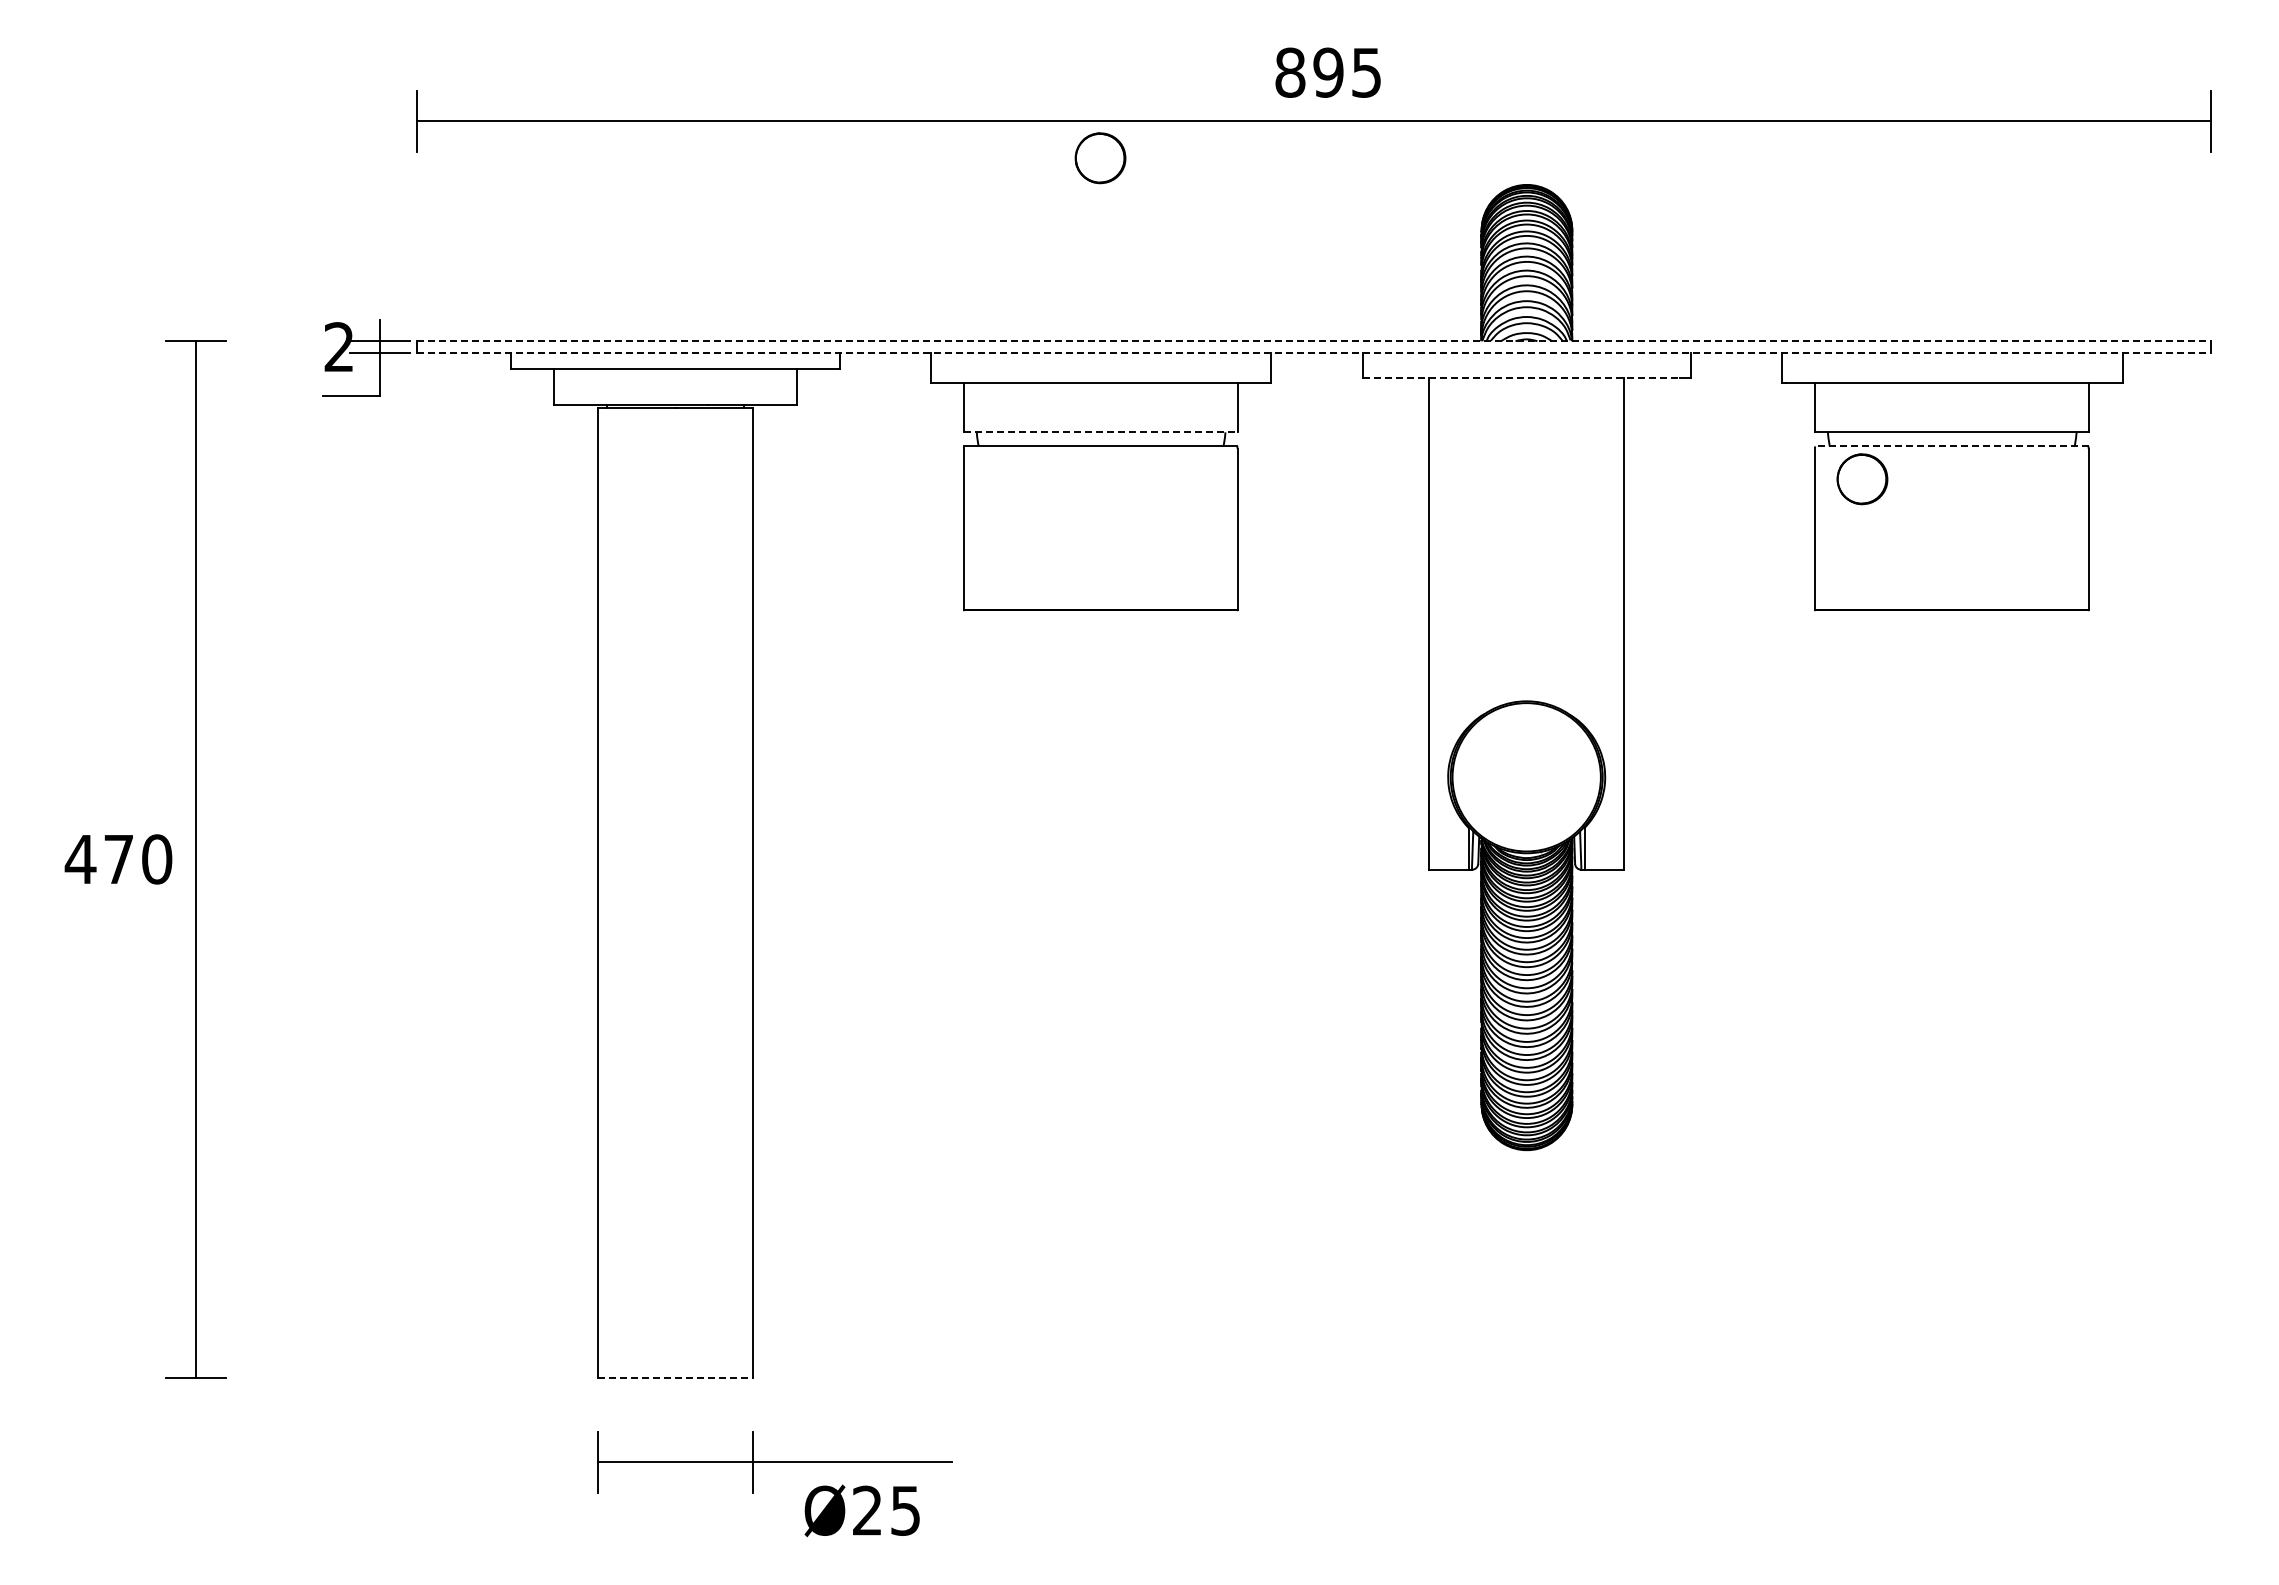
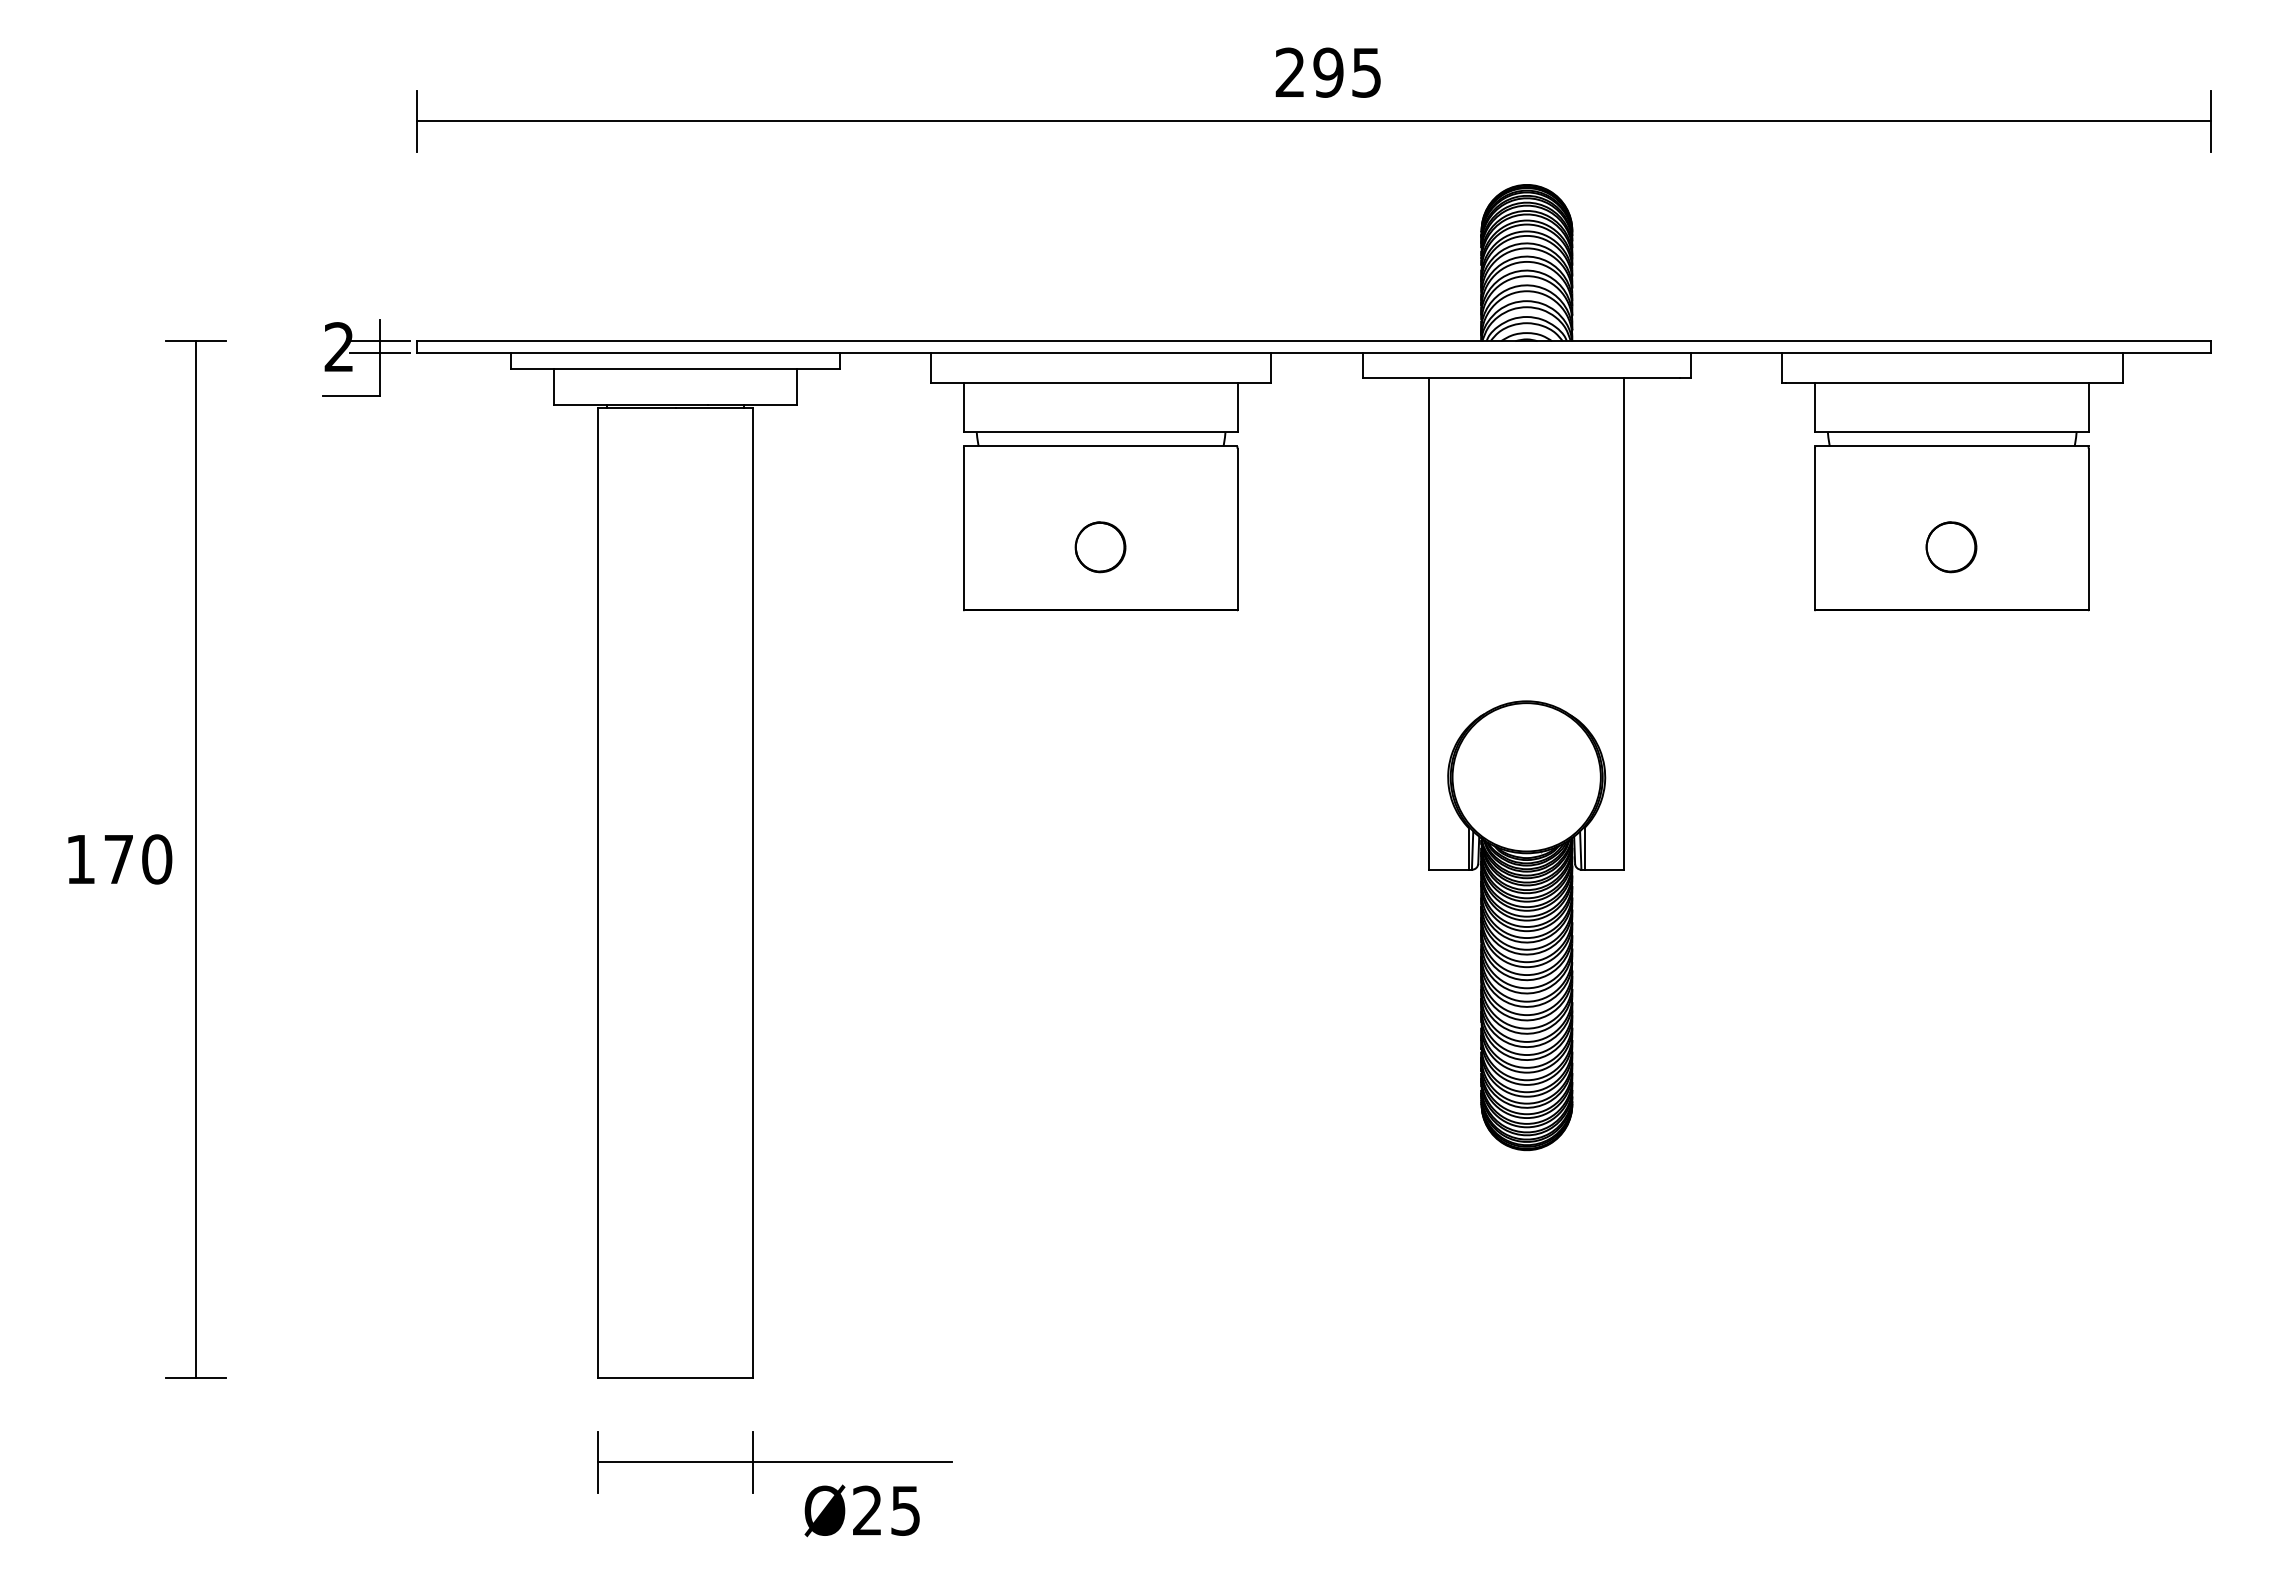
text at (1290, 72): 895 -> 295
part at (1100, 158) position: (1100, 158) -> (1100, 547)
line at (1313, 341): dashed -> solid
line at (1313, 353): dashed -> solid
line at (1521, 377): dashed -> solid
line at (1101, 432): dashed -> solid
line at (1951, 446): dashed -> solid
part at (1862, 479) position: (1862, 479) -> (1951, 547)
text at (80, 859): 470 -> 170
line at (676, 1377): dashed -> solid
